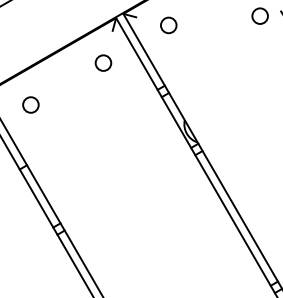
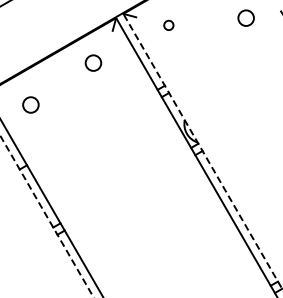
circle at (259, 15) position: (259, 15) -> (245, 17)
circle at (168, 25) size: 18x19 px -> 12x12 px
circle at (103, 62) position: (103, 62) -> (93, 62)
line at (202, 151): solid -> dashed
line at (47, 217): solid -> dashed
